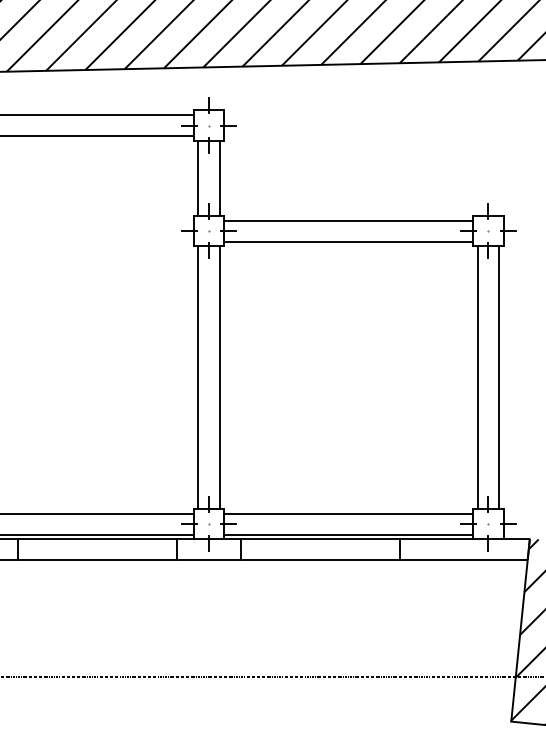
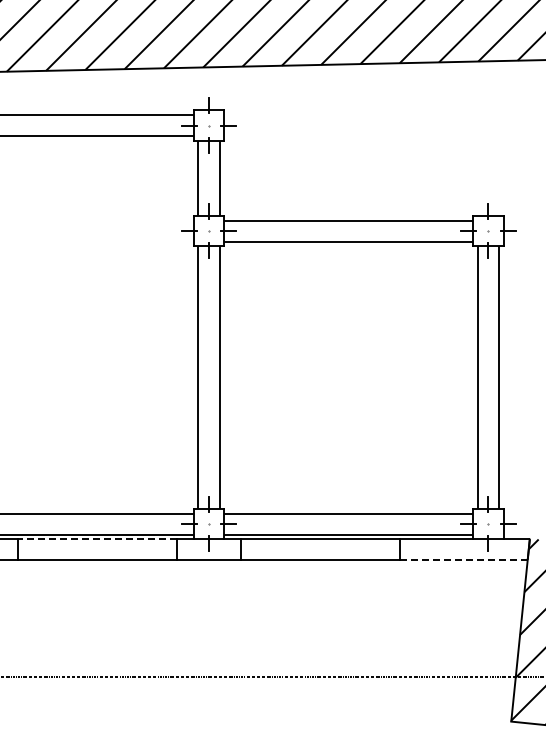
line at (96, 539): solid -> dashed
line at (463, 559): solid -> dashed
